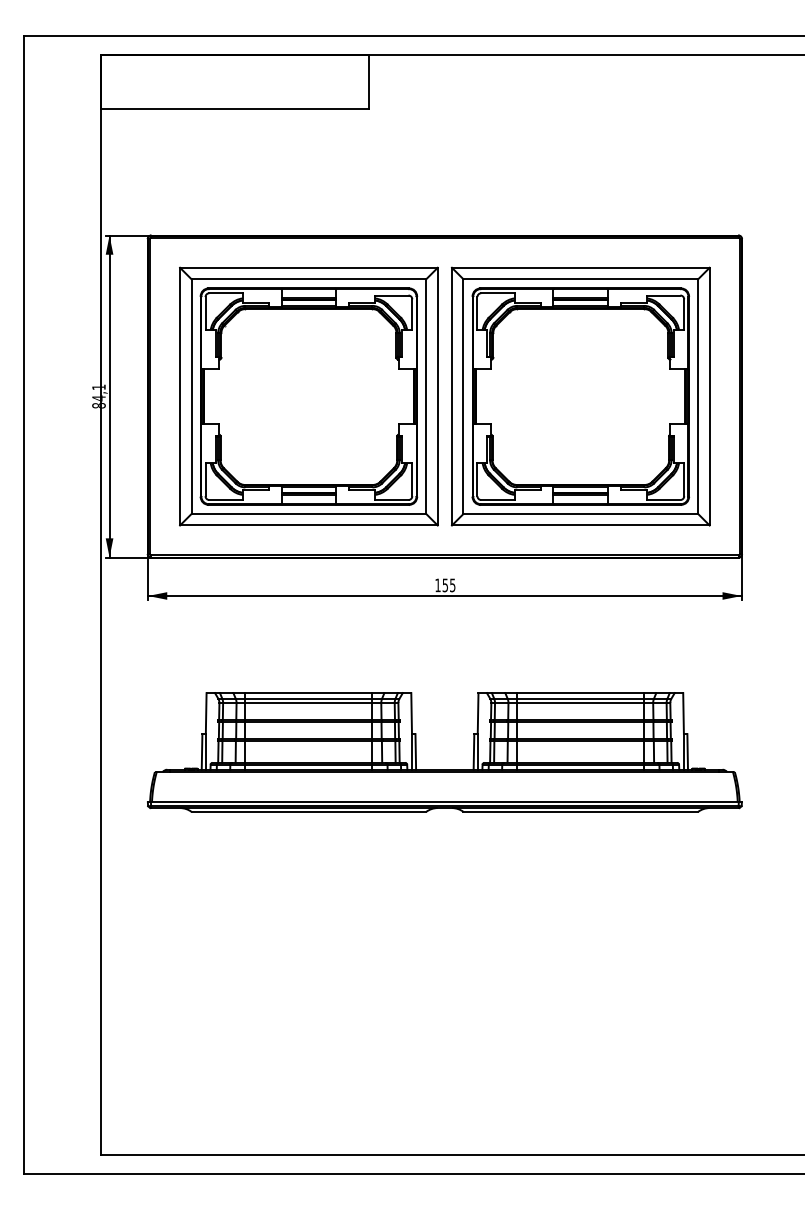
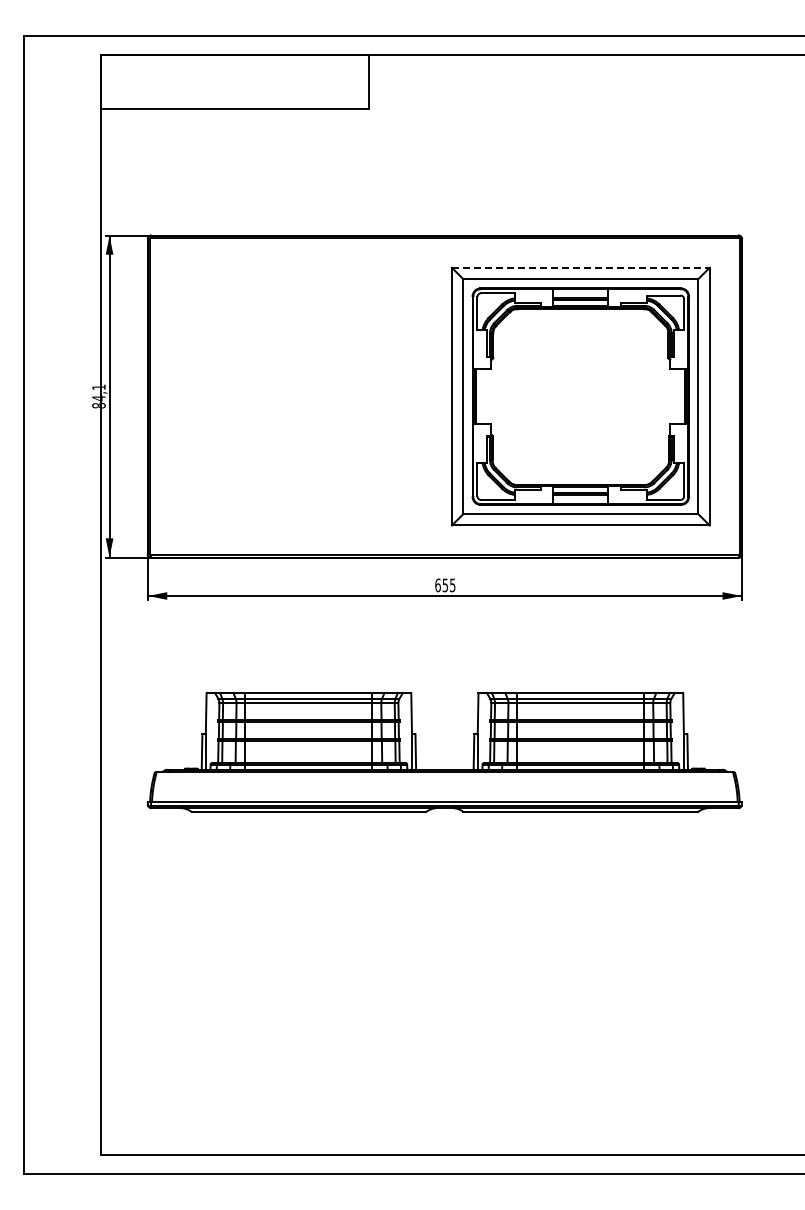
line at (580, 267): solid -> dashed
part at (308, 396): present -> none
text at (437, 585): 155 -> 655
